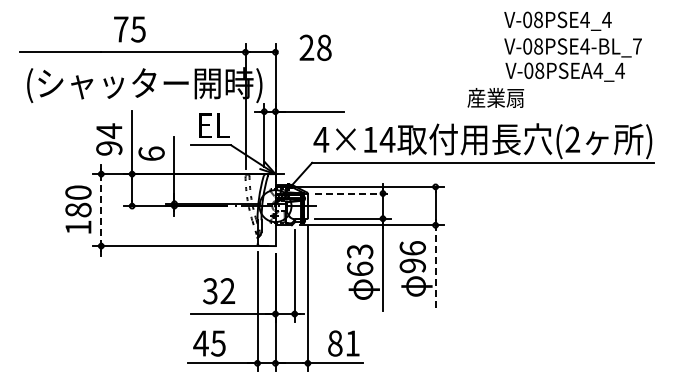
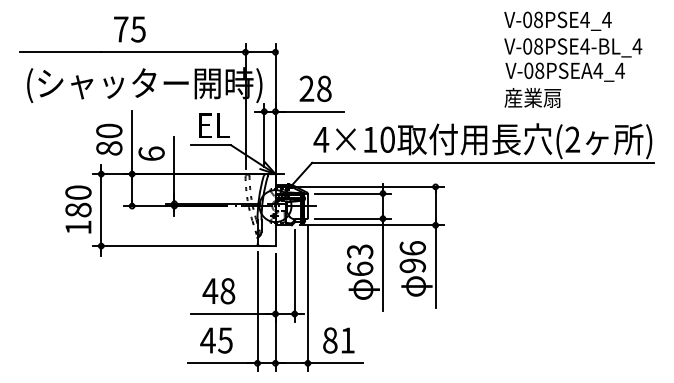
text at (637, 46): V-08PSE4-BL_7 -> V-08PSE4-BL_4
text at (315, 47) position: (315, 47) -> (315, 88)
text at (495, 97) position: (495, 97) -> (532, 97)
text at (109, 139): 94 -> 80
text at (387, 139): 4×14 -> 4×10
line at (353, 193): dashed -> solid
line at (101, 210): dashed -> solid
line at (435, 265): dashed -> solid
text at (218, 291): 32 -> 48
text at (209, 343) position: (209, 343) -> (216, 340)
text at (343, 343) position: (343, 343) -> (338, 340)
